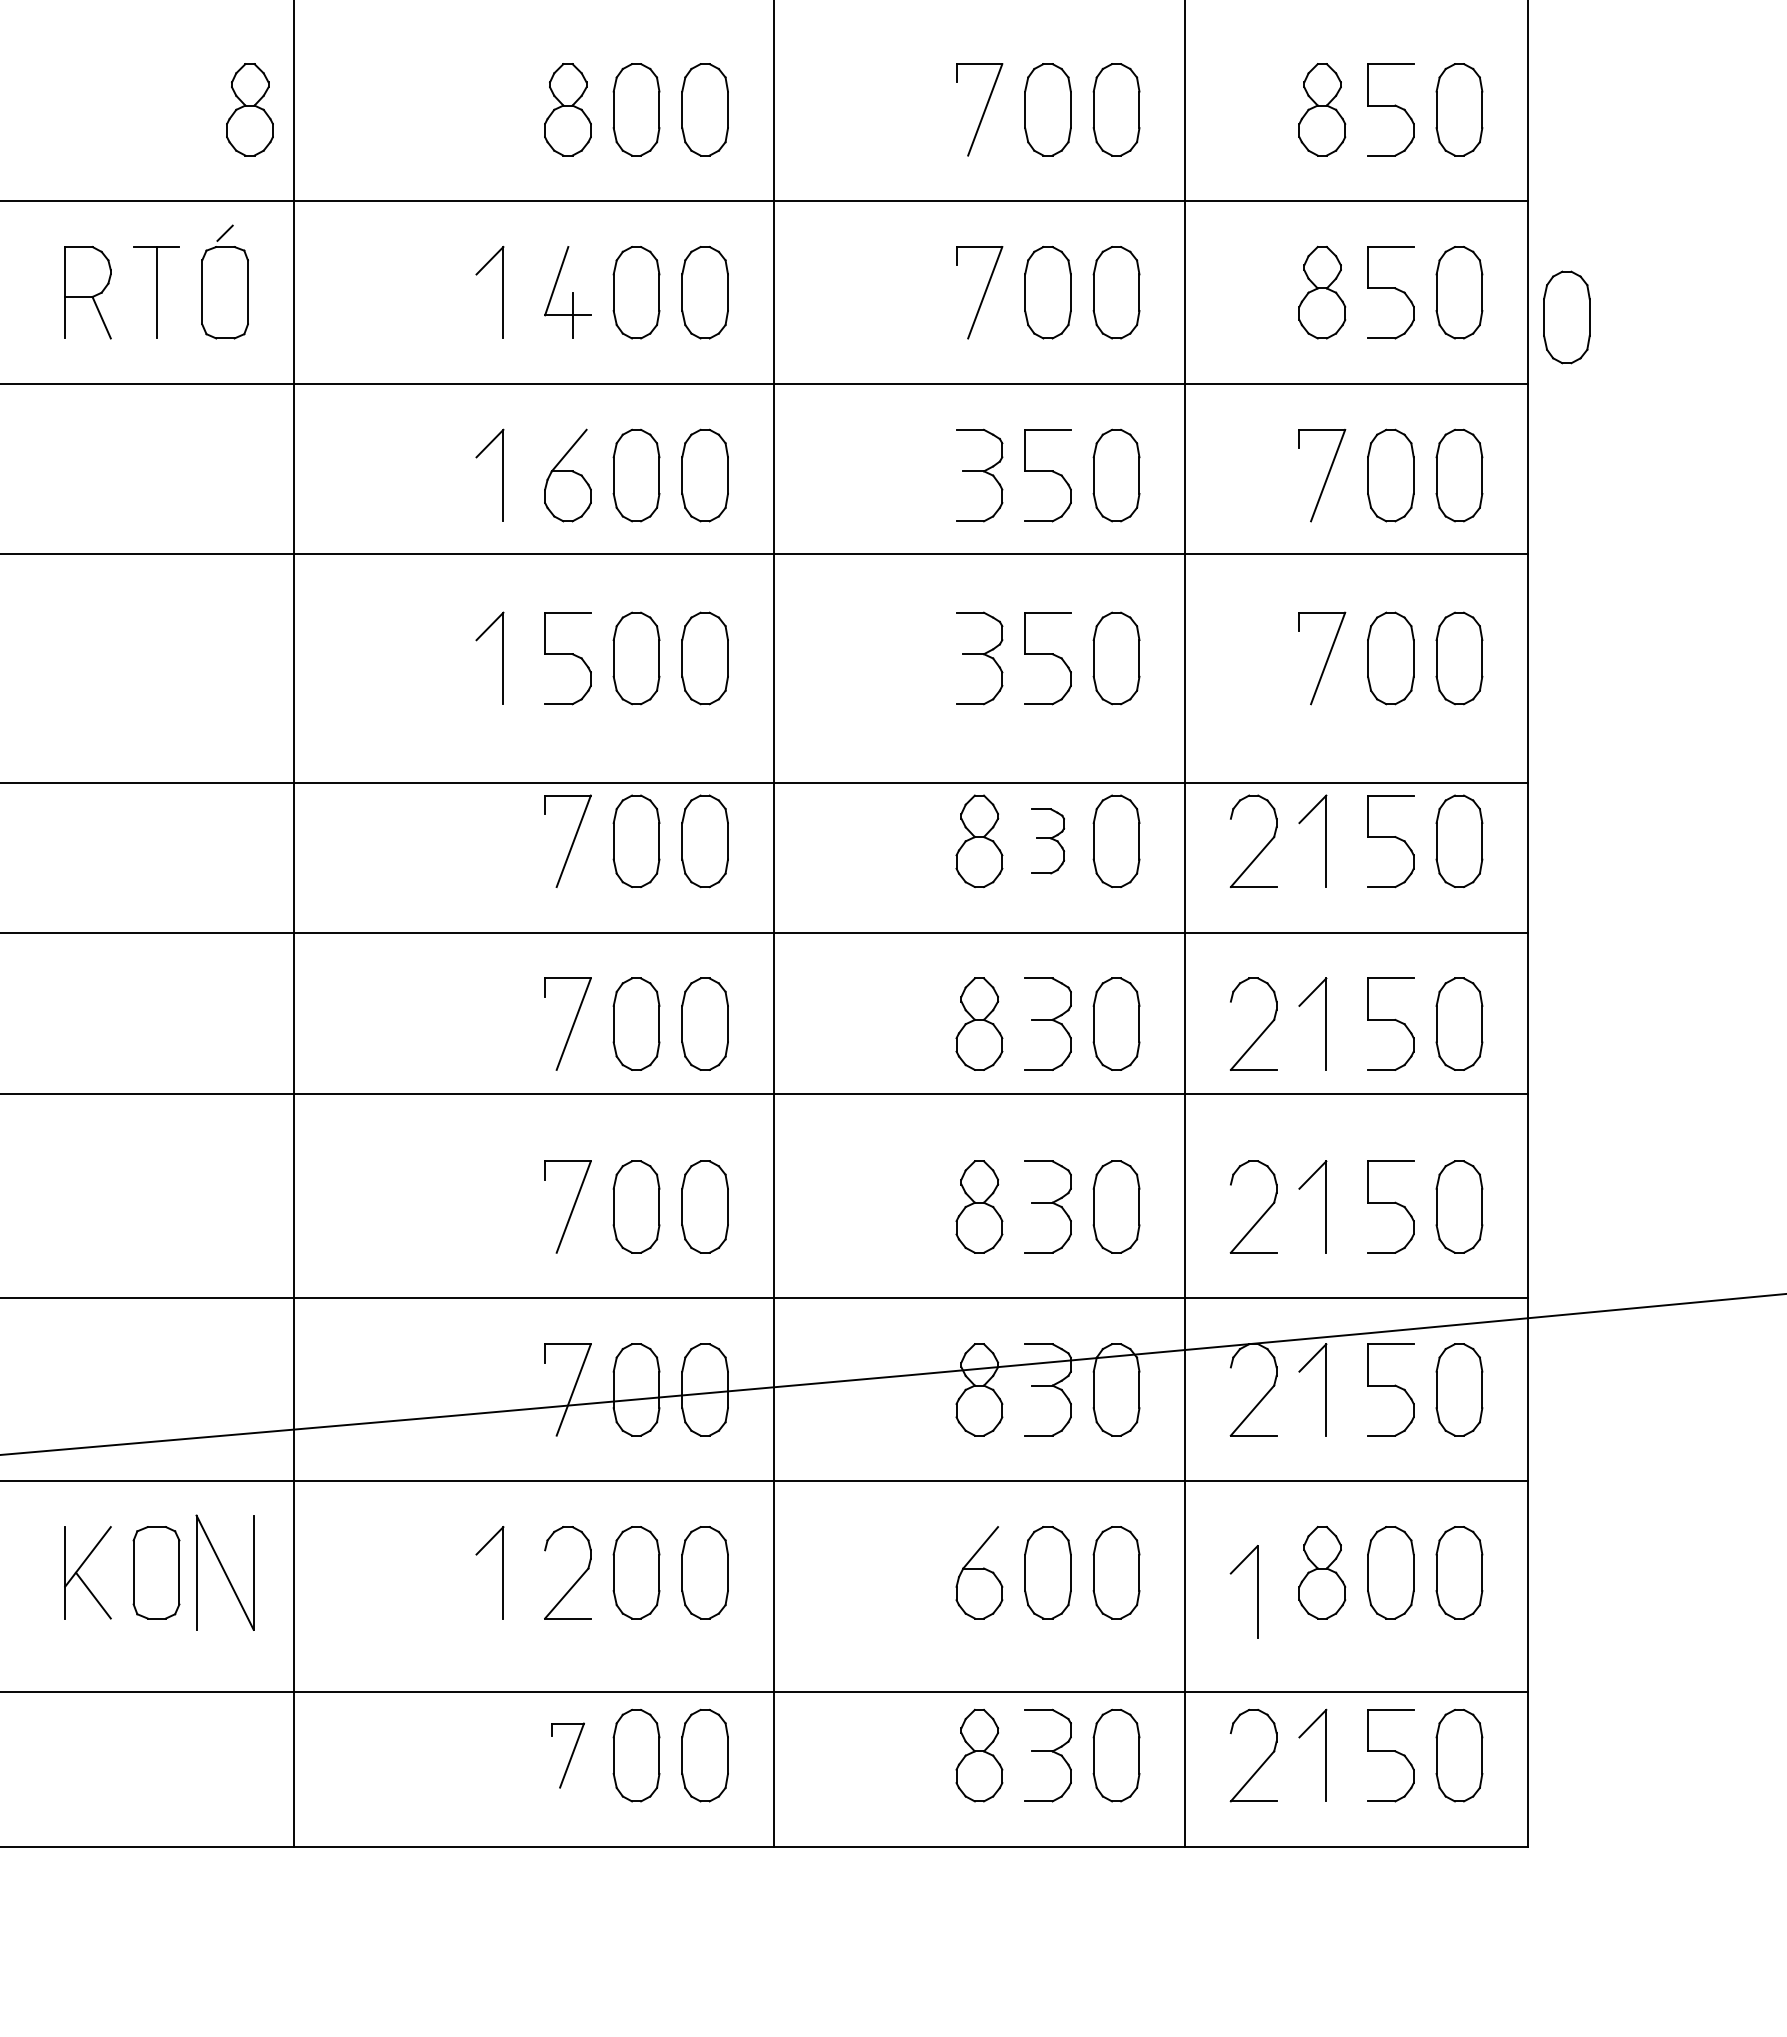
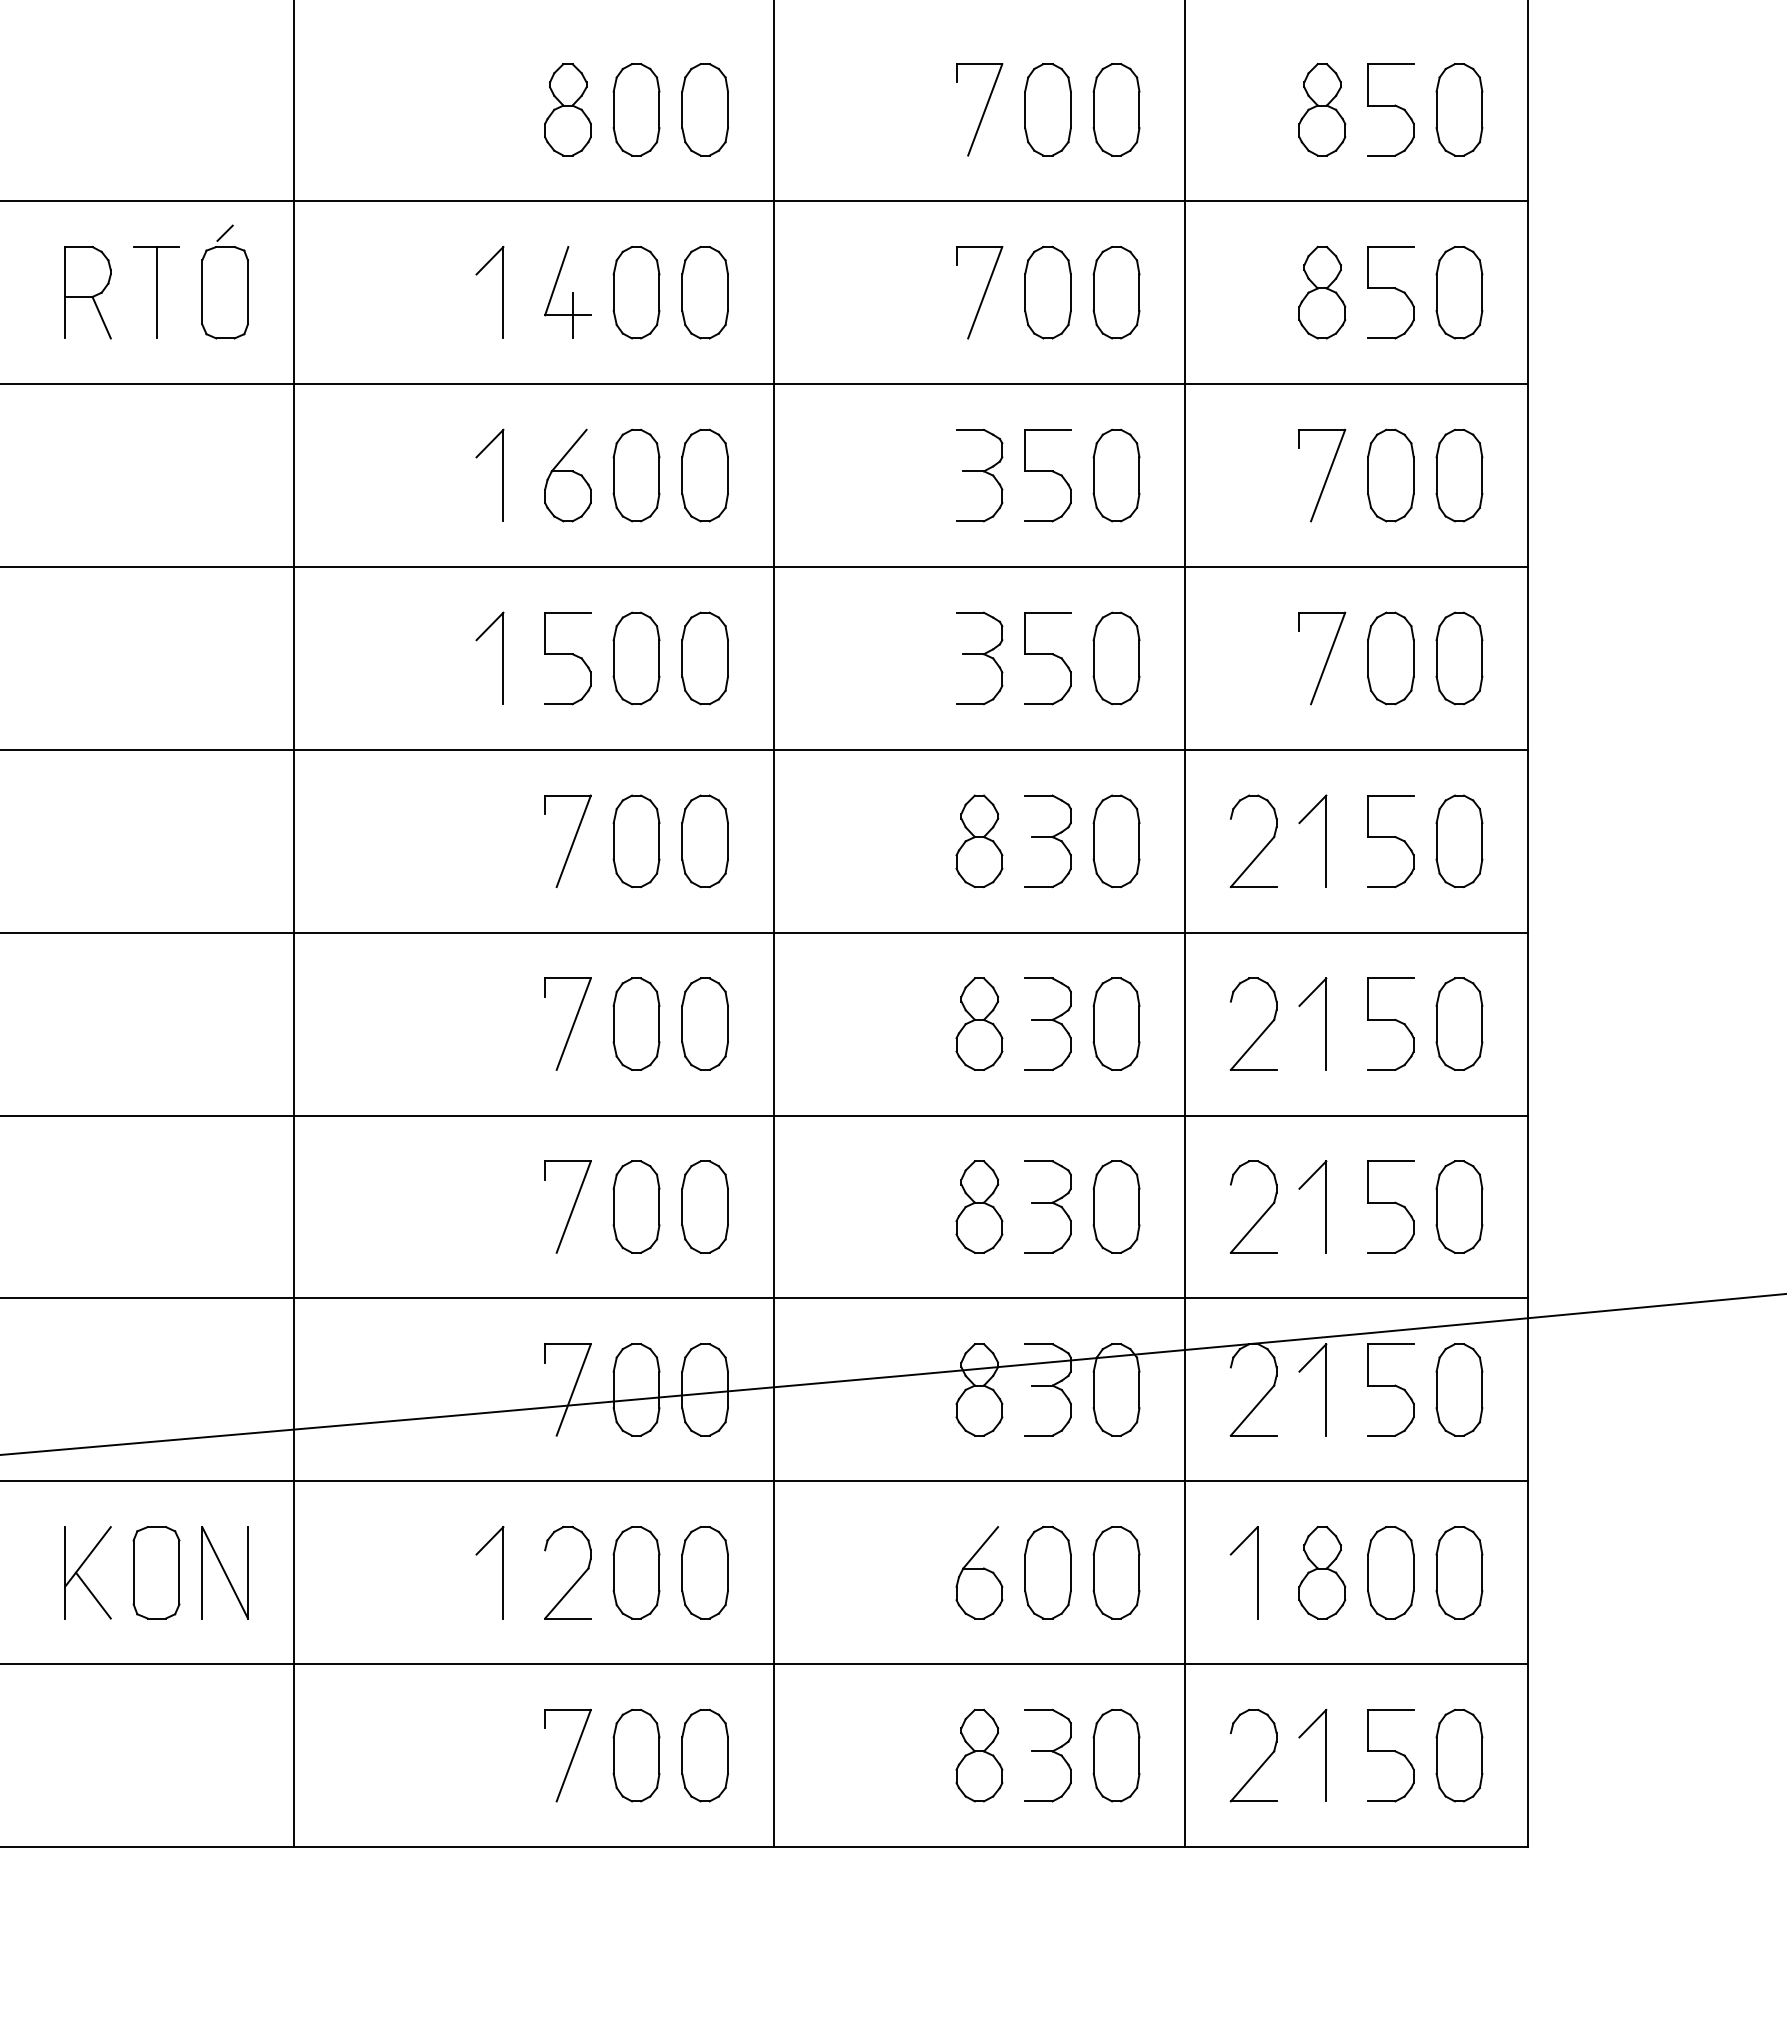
part at (249, 109): present -> none
part at (1566, 317): present -> none
line at (765, 554) position: (765, 554) -> (765, 567)
line at (765, 782) position: (765, 782) -> (765, 749)
part at (1048, 841) size: 35x67 px -> 48x95 px
line at (765, 1093) position: (765, 1093) -> (765, 1115)
part at (224, 1572) size: 60x117 px -> 48x94 px
part at (1257, 1591) position: (1257, 1591) -> (1257, 1572)
line at (765, 1692) position: (765, 1692) -> (765, 1664)
part at (567, 1755) size: 34x67 px -> 48x95 px
